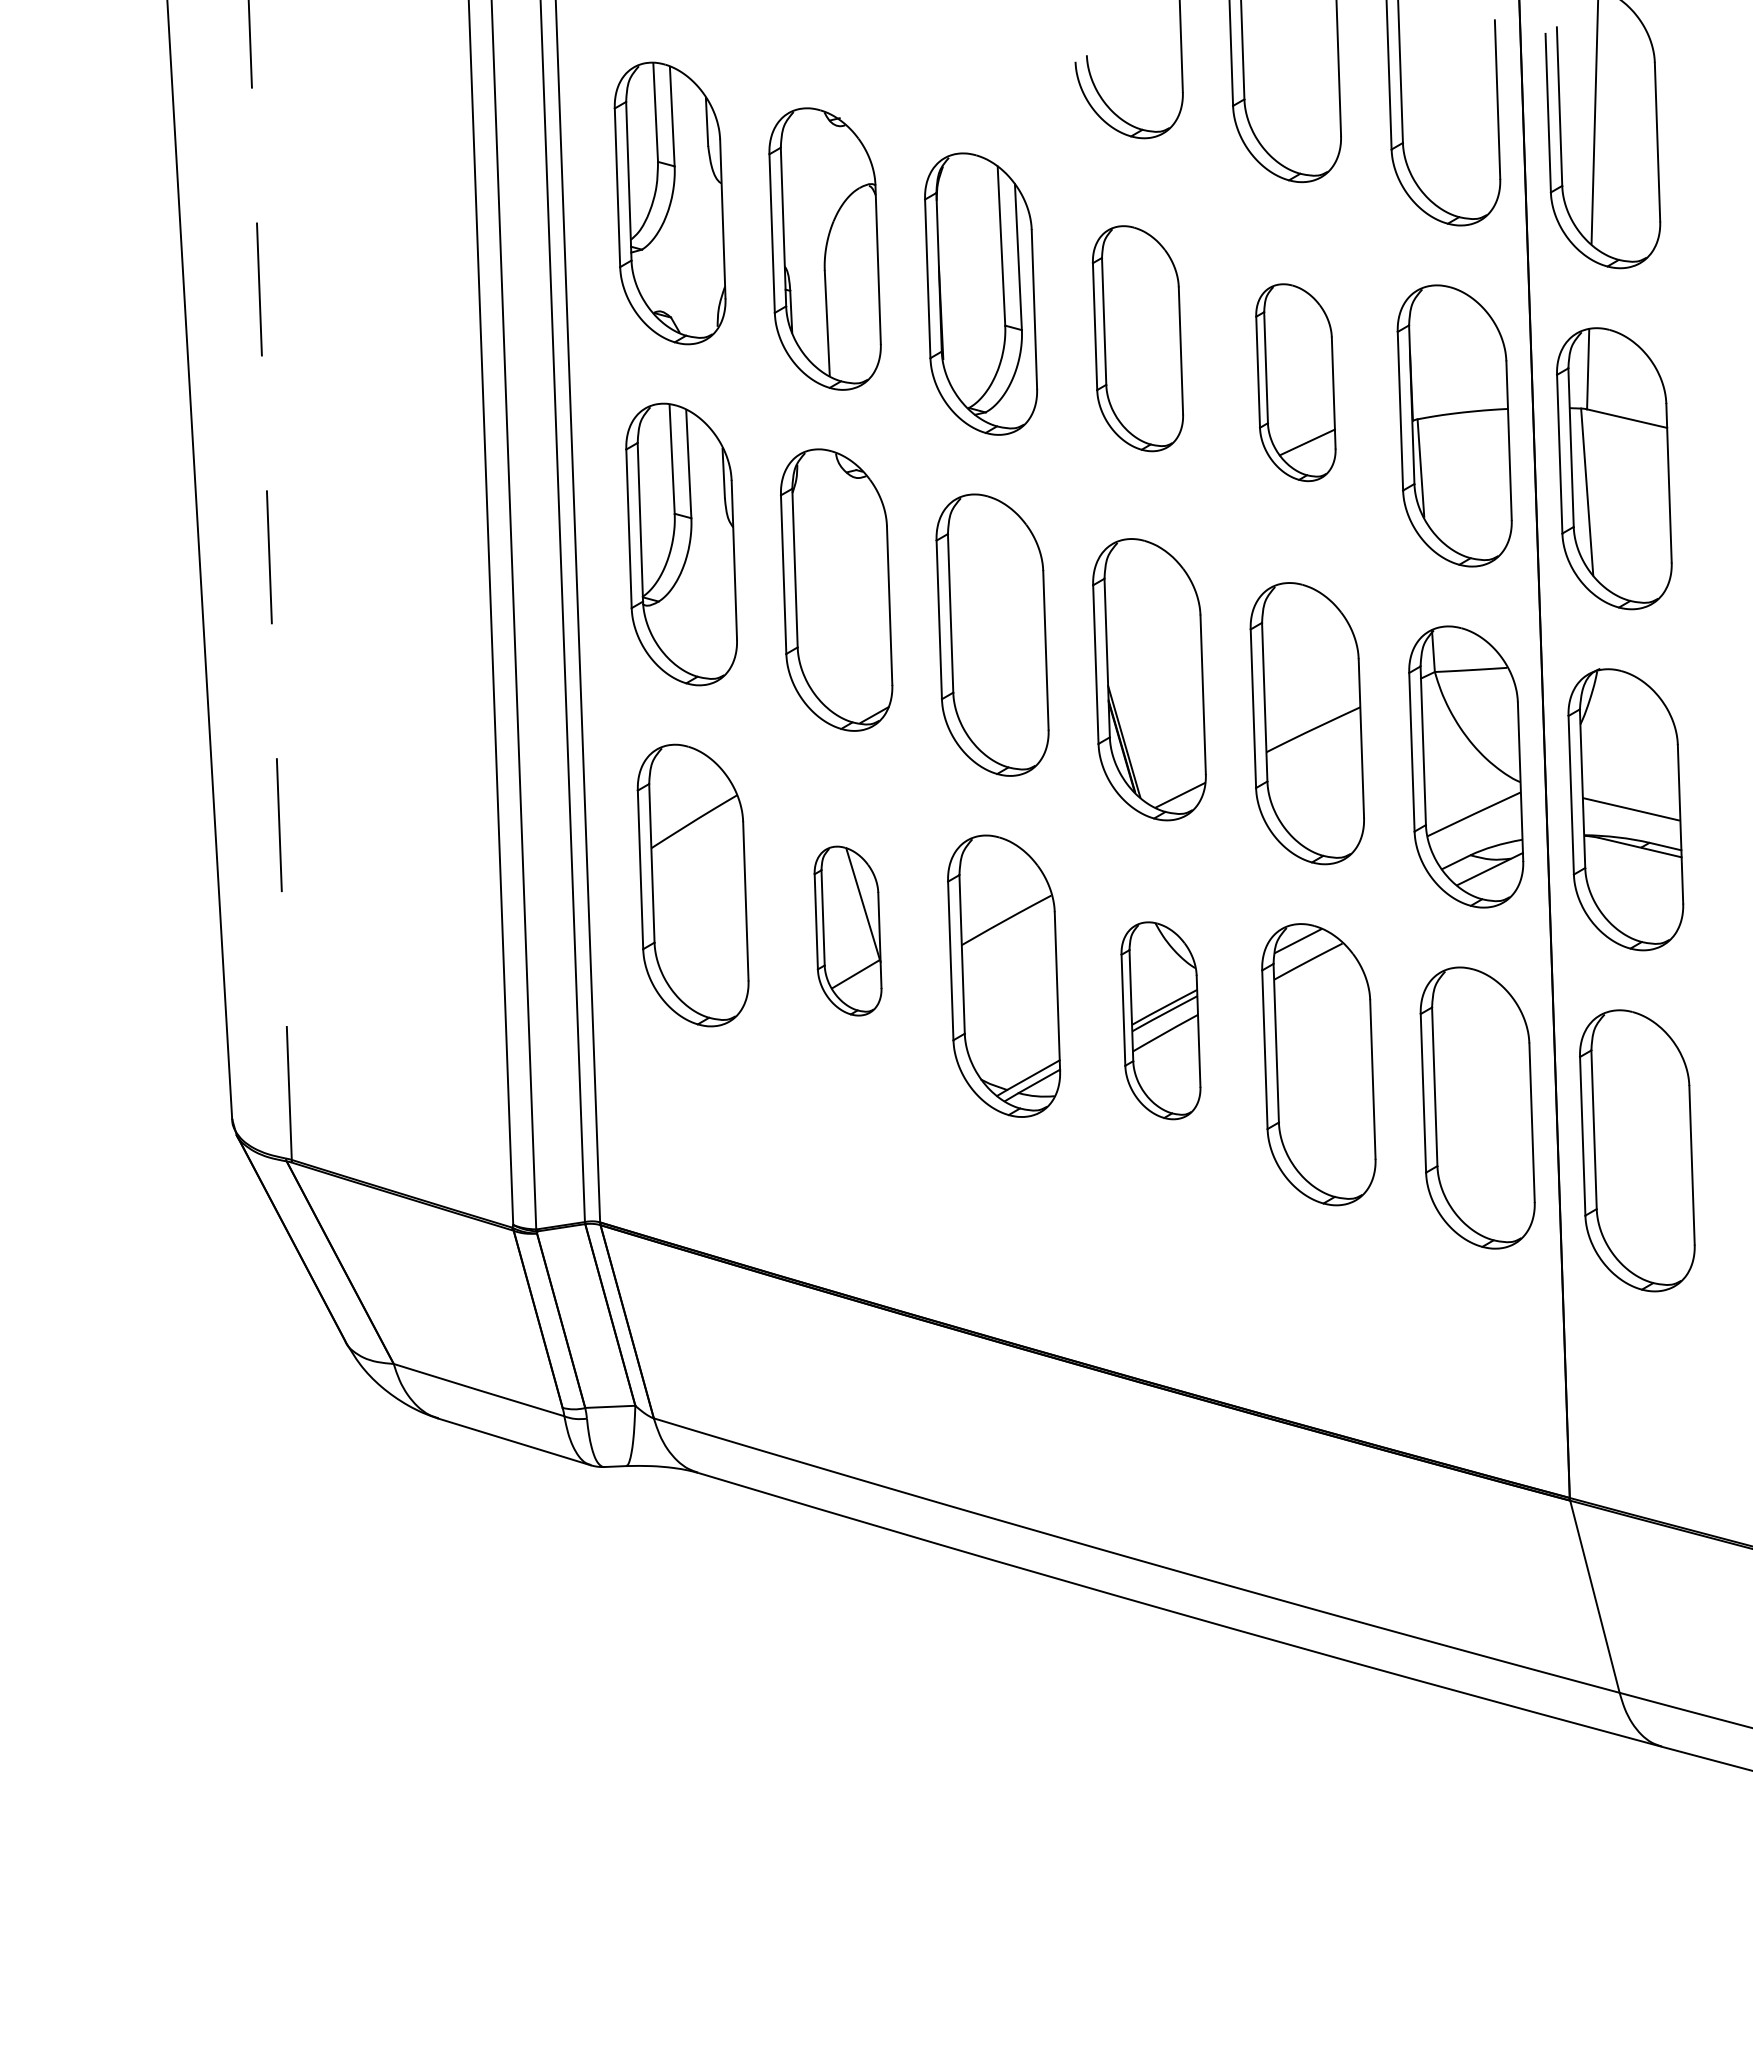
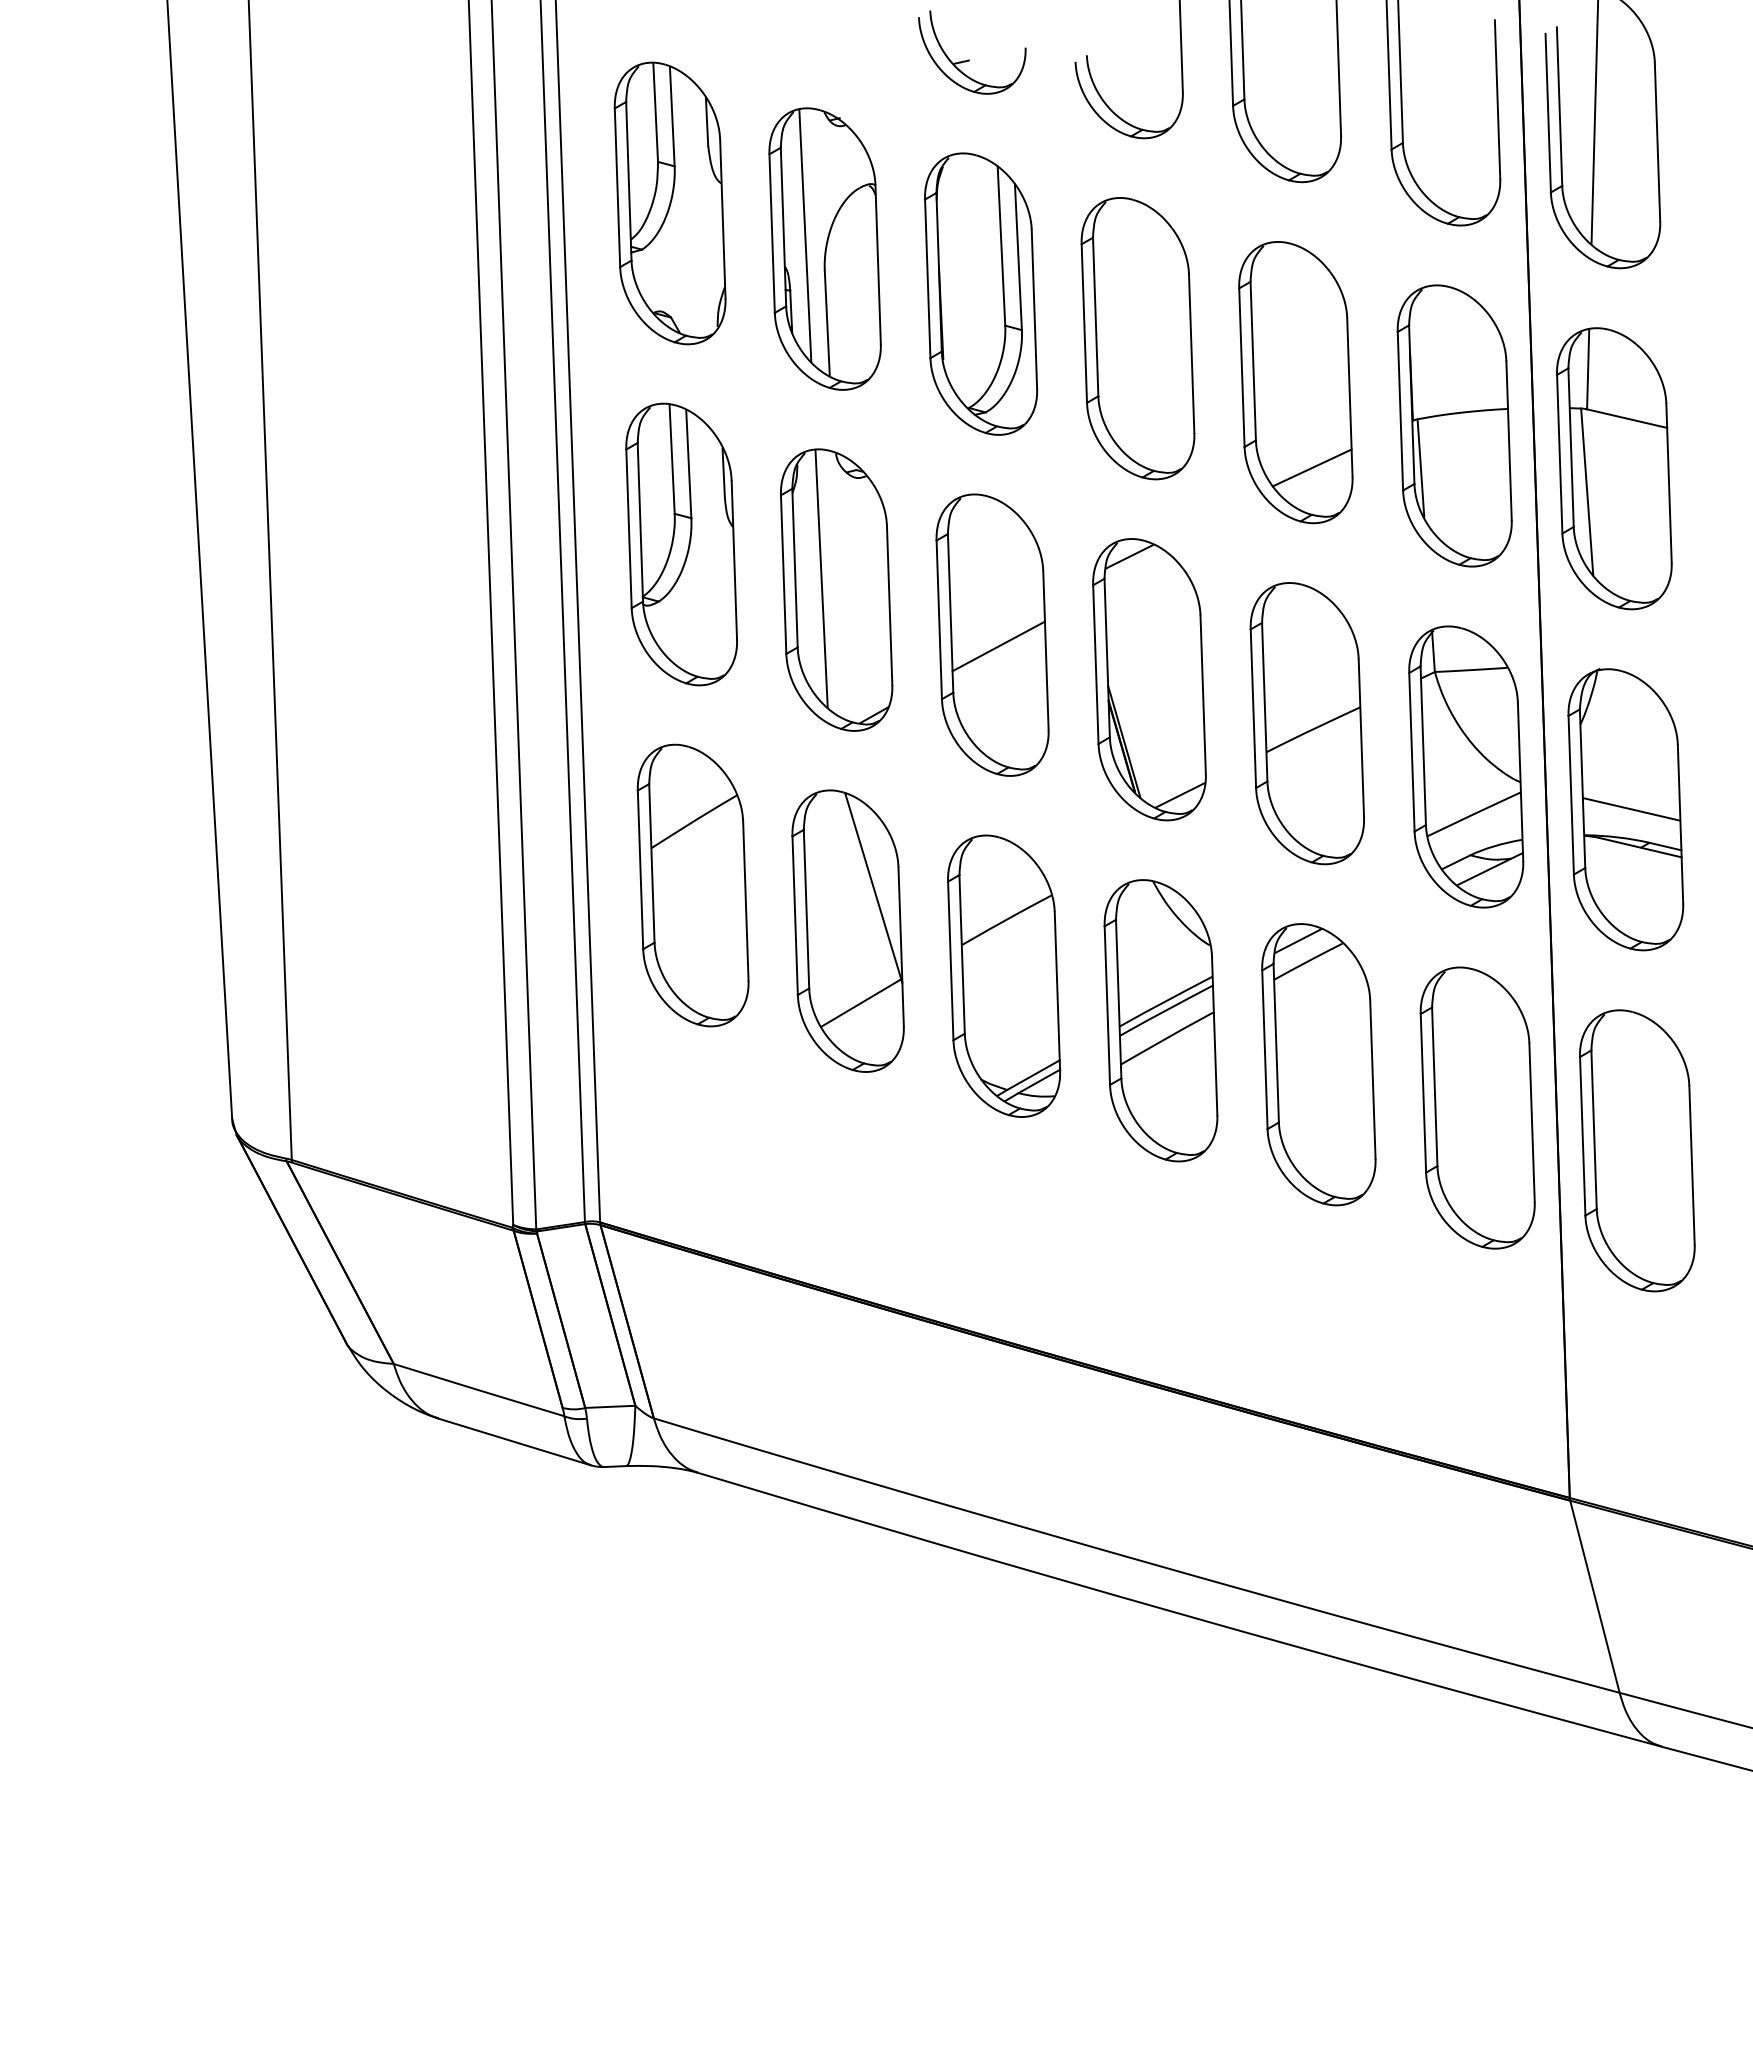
part at (969, 59): none -> present
line at (805, 235): none -> present
part at (1137, 338) size: 93x228 px -> 116x284 px
part at (1295, 382) size: 82x200 px -> 116x284 px
line at (1129, 556): none -> present
line at (821, 578): none -> present
line at (270, 579): dashed -> solid
line at (998, 646): none -> present
part at (847, 930) size: 70x172 px -> 114x284 px
part at (1160, 1020) size: 82x200 px -> 116x284 px
